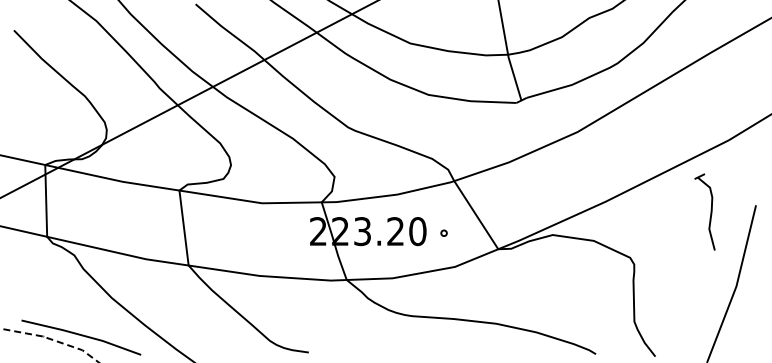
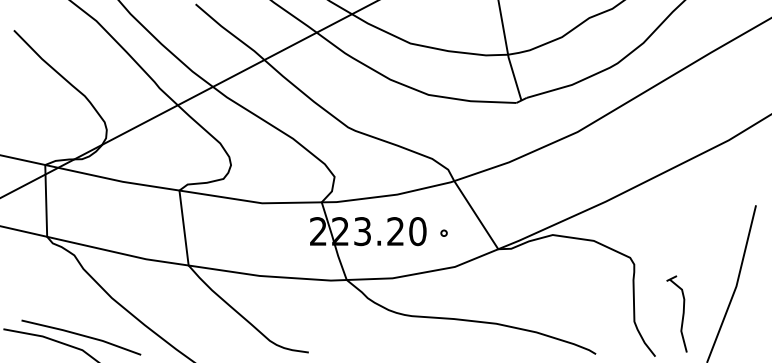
part at (704, 211) position: (704, 211) -> (676, 313)
line at (53, 340): dashed -> solid
